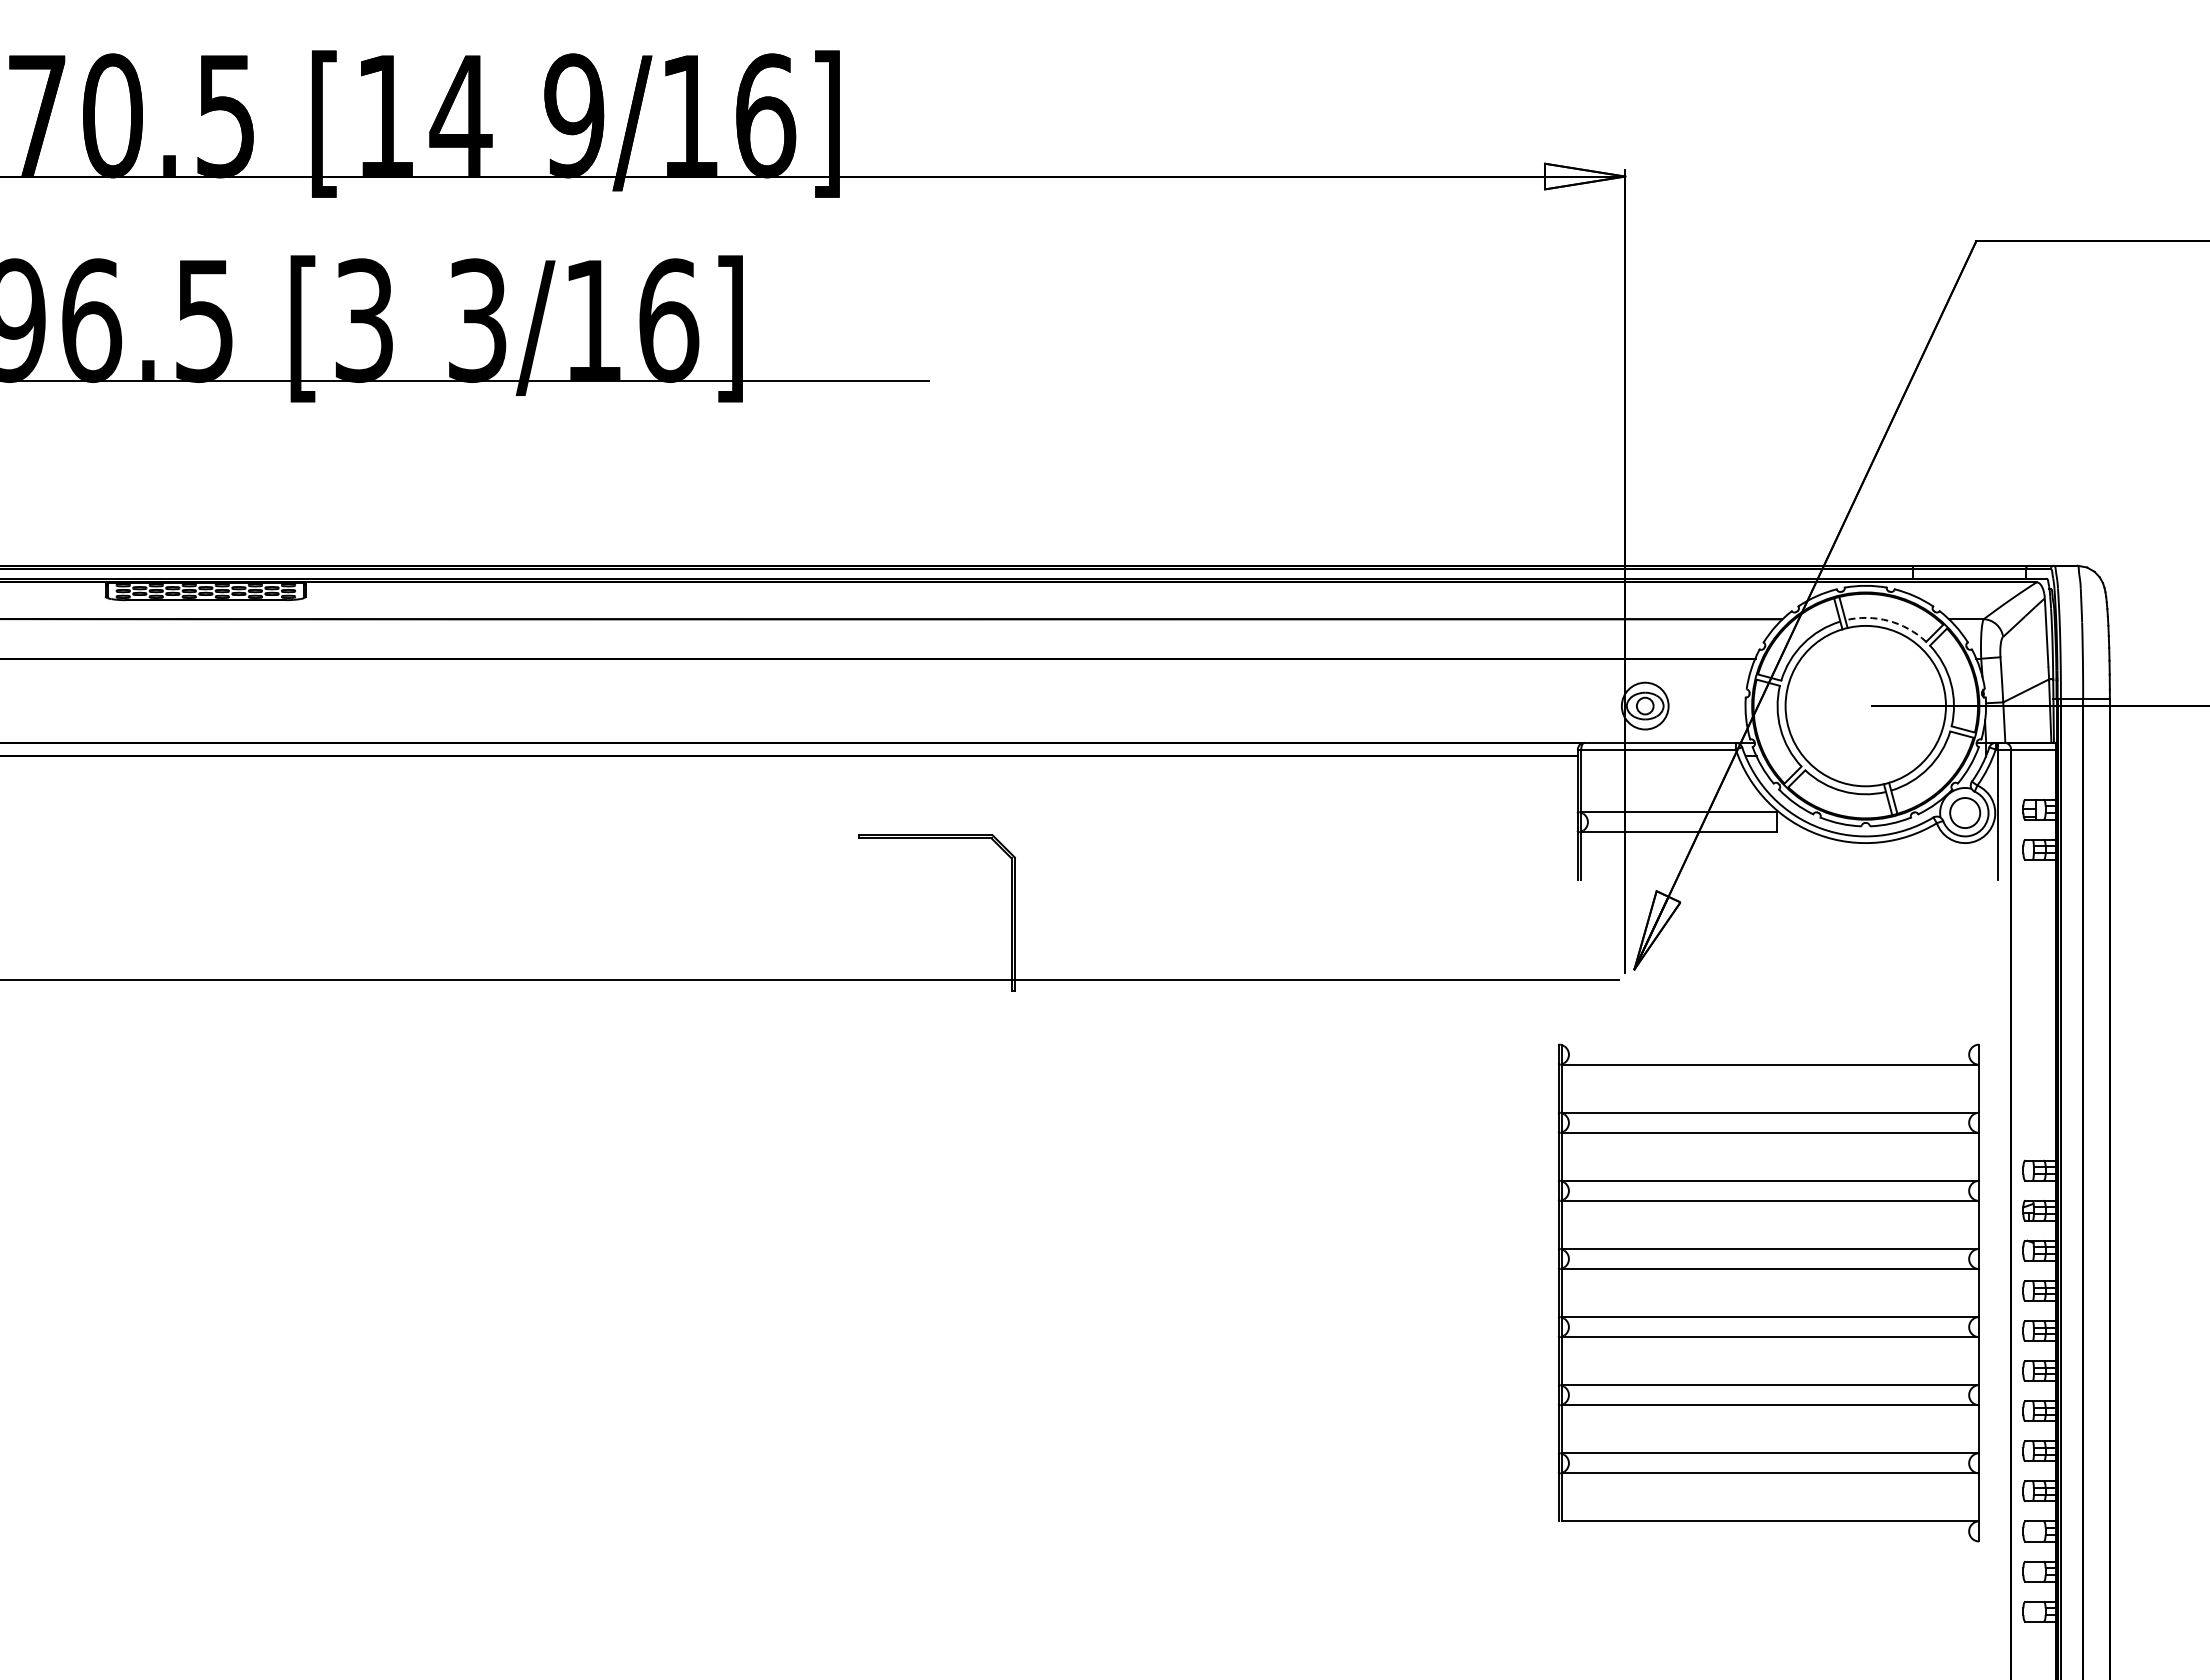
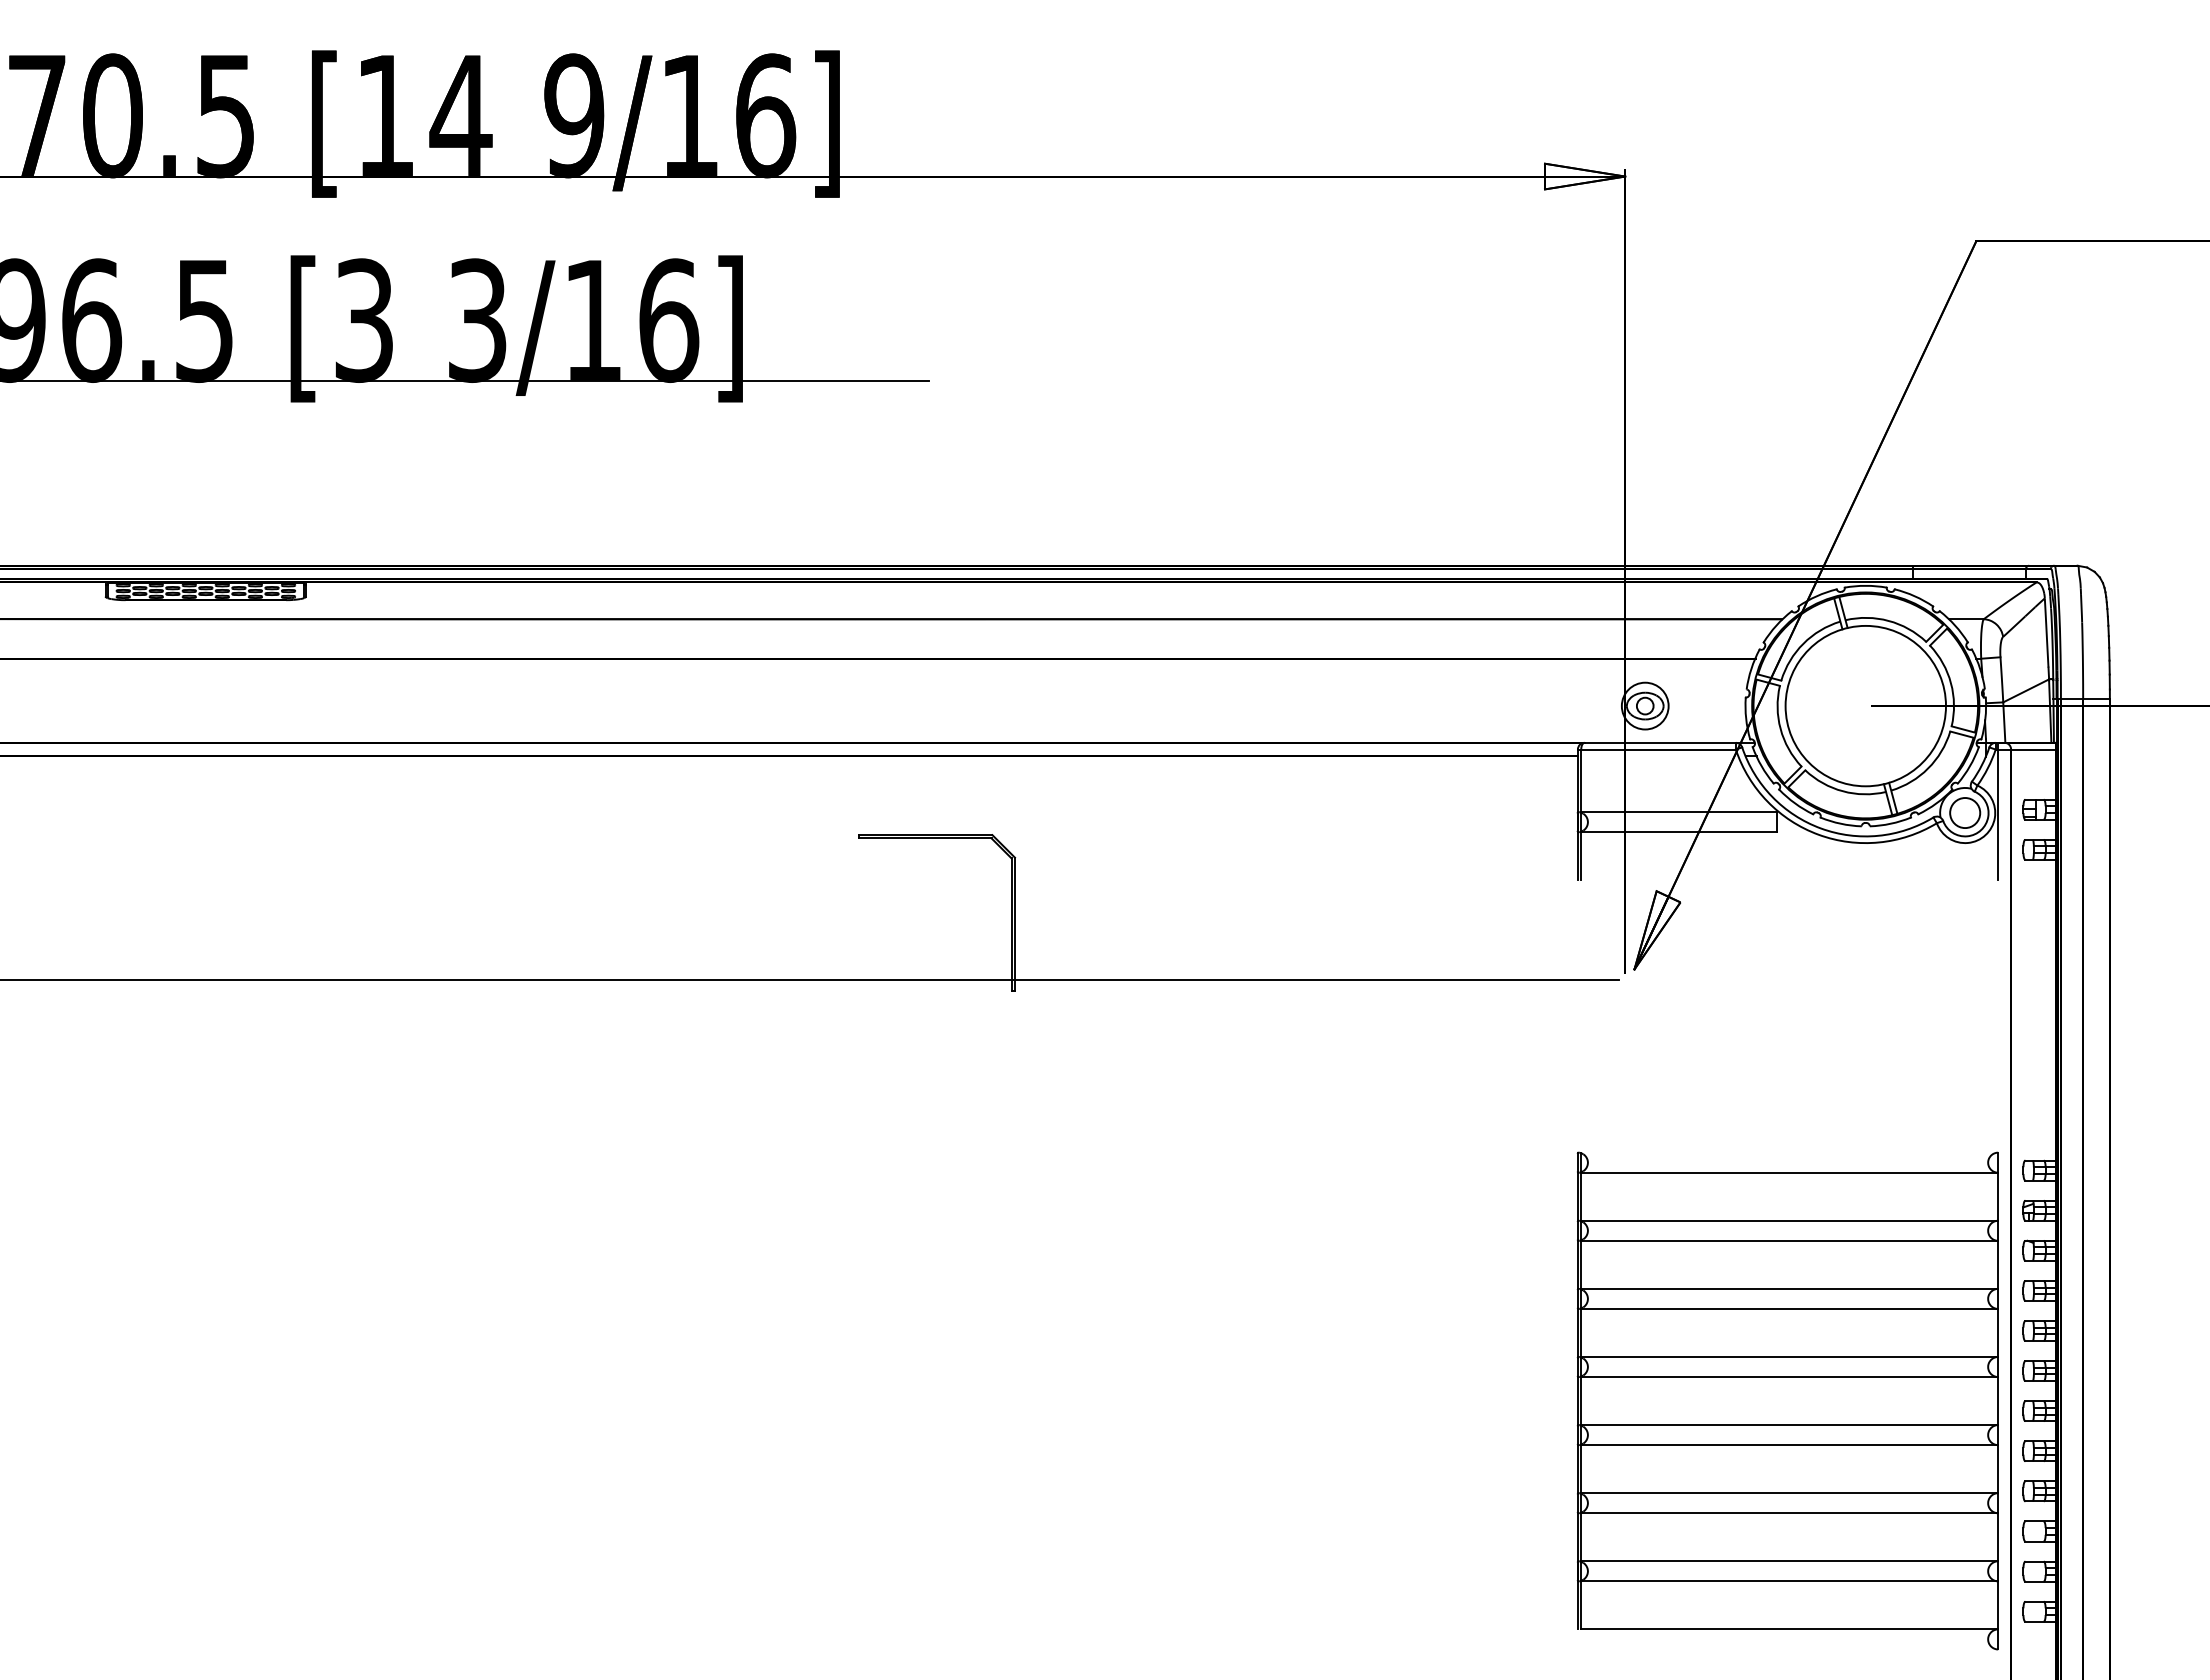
arc at (1888, 620): dashed -> solid
part at (1768, 1292) position: (1768, 1292) -> (1787, 1400)
